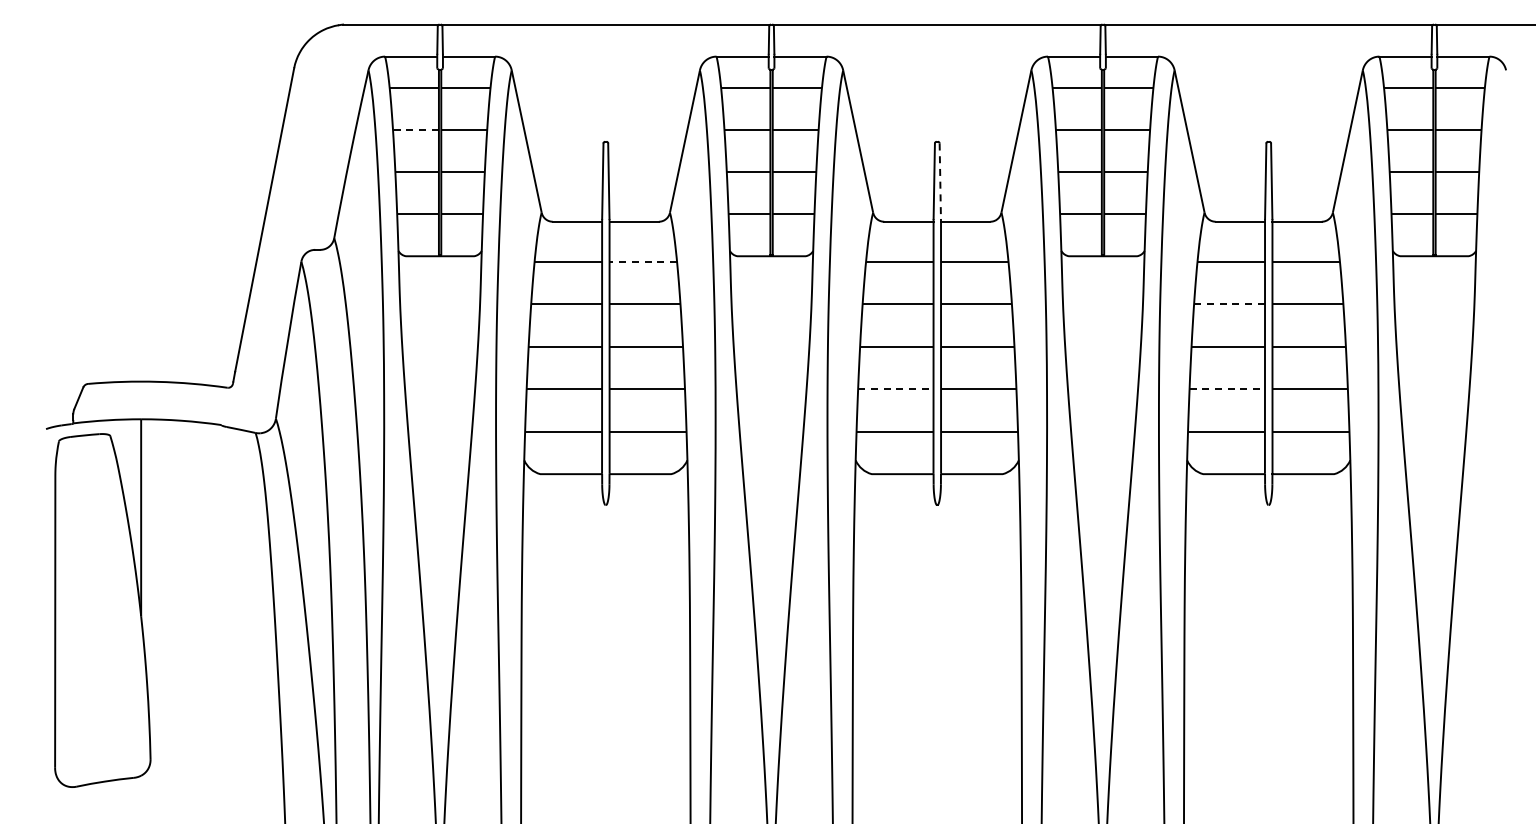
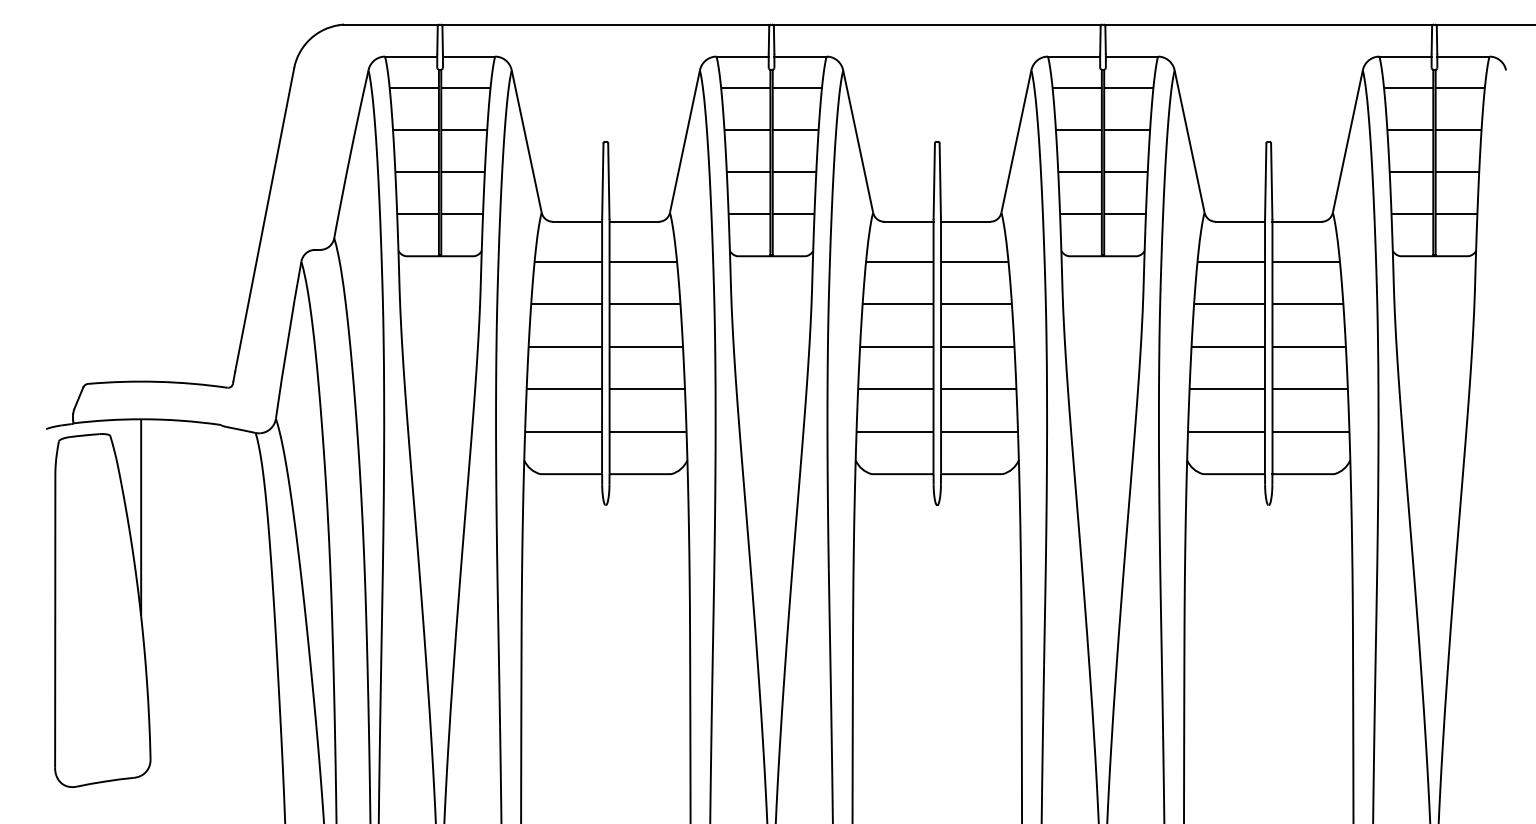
line at (415, 129): dashed -> solid
line at (940, 181): dashed -> solid
line at (643, 261): dashed -> solid
line at (1230, 304): dashed -> solid
line at (895, 389): dashed -> solid
line at (1227, 389): dashed -> solid
